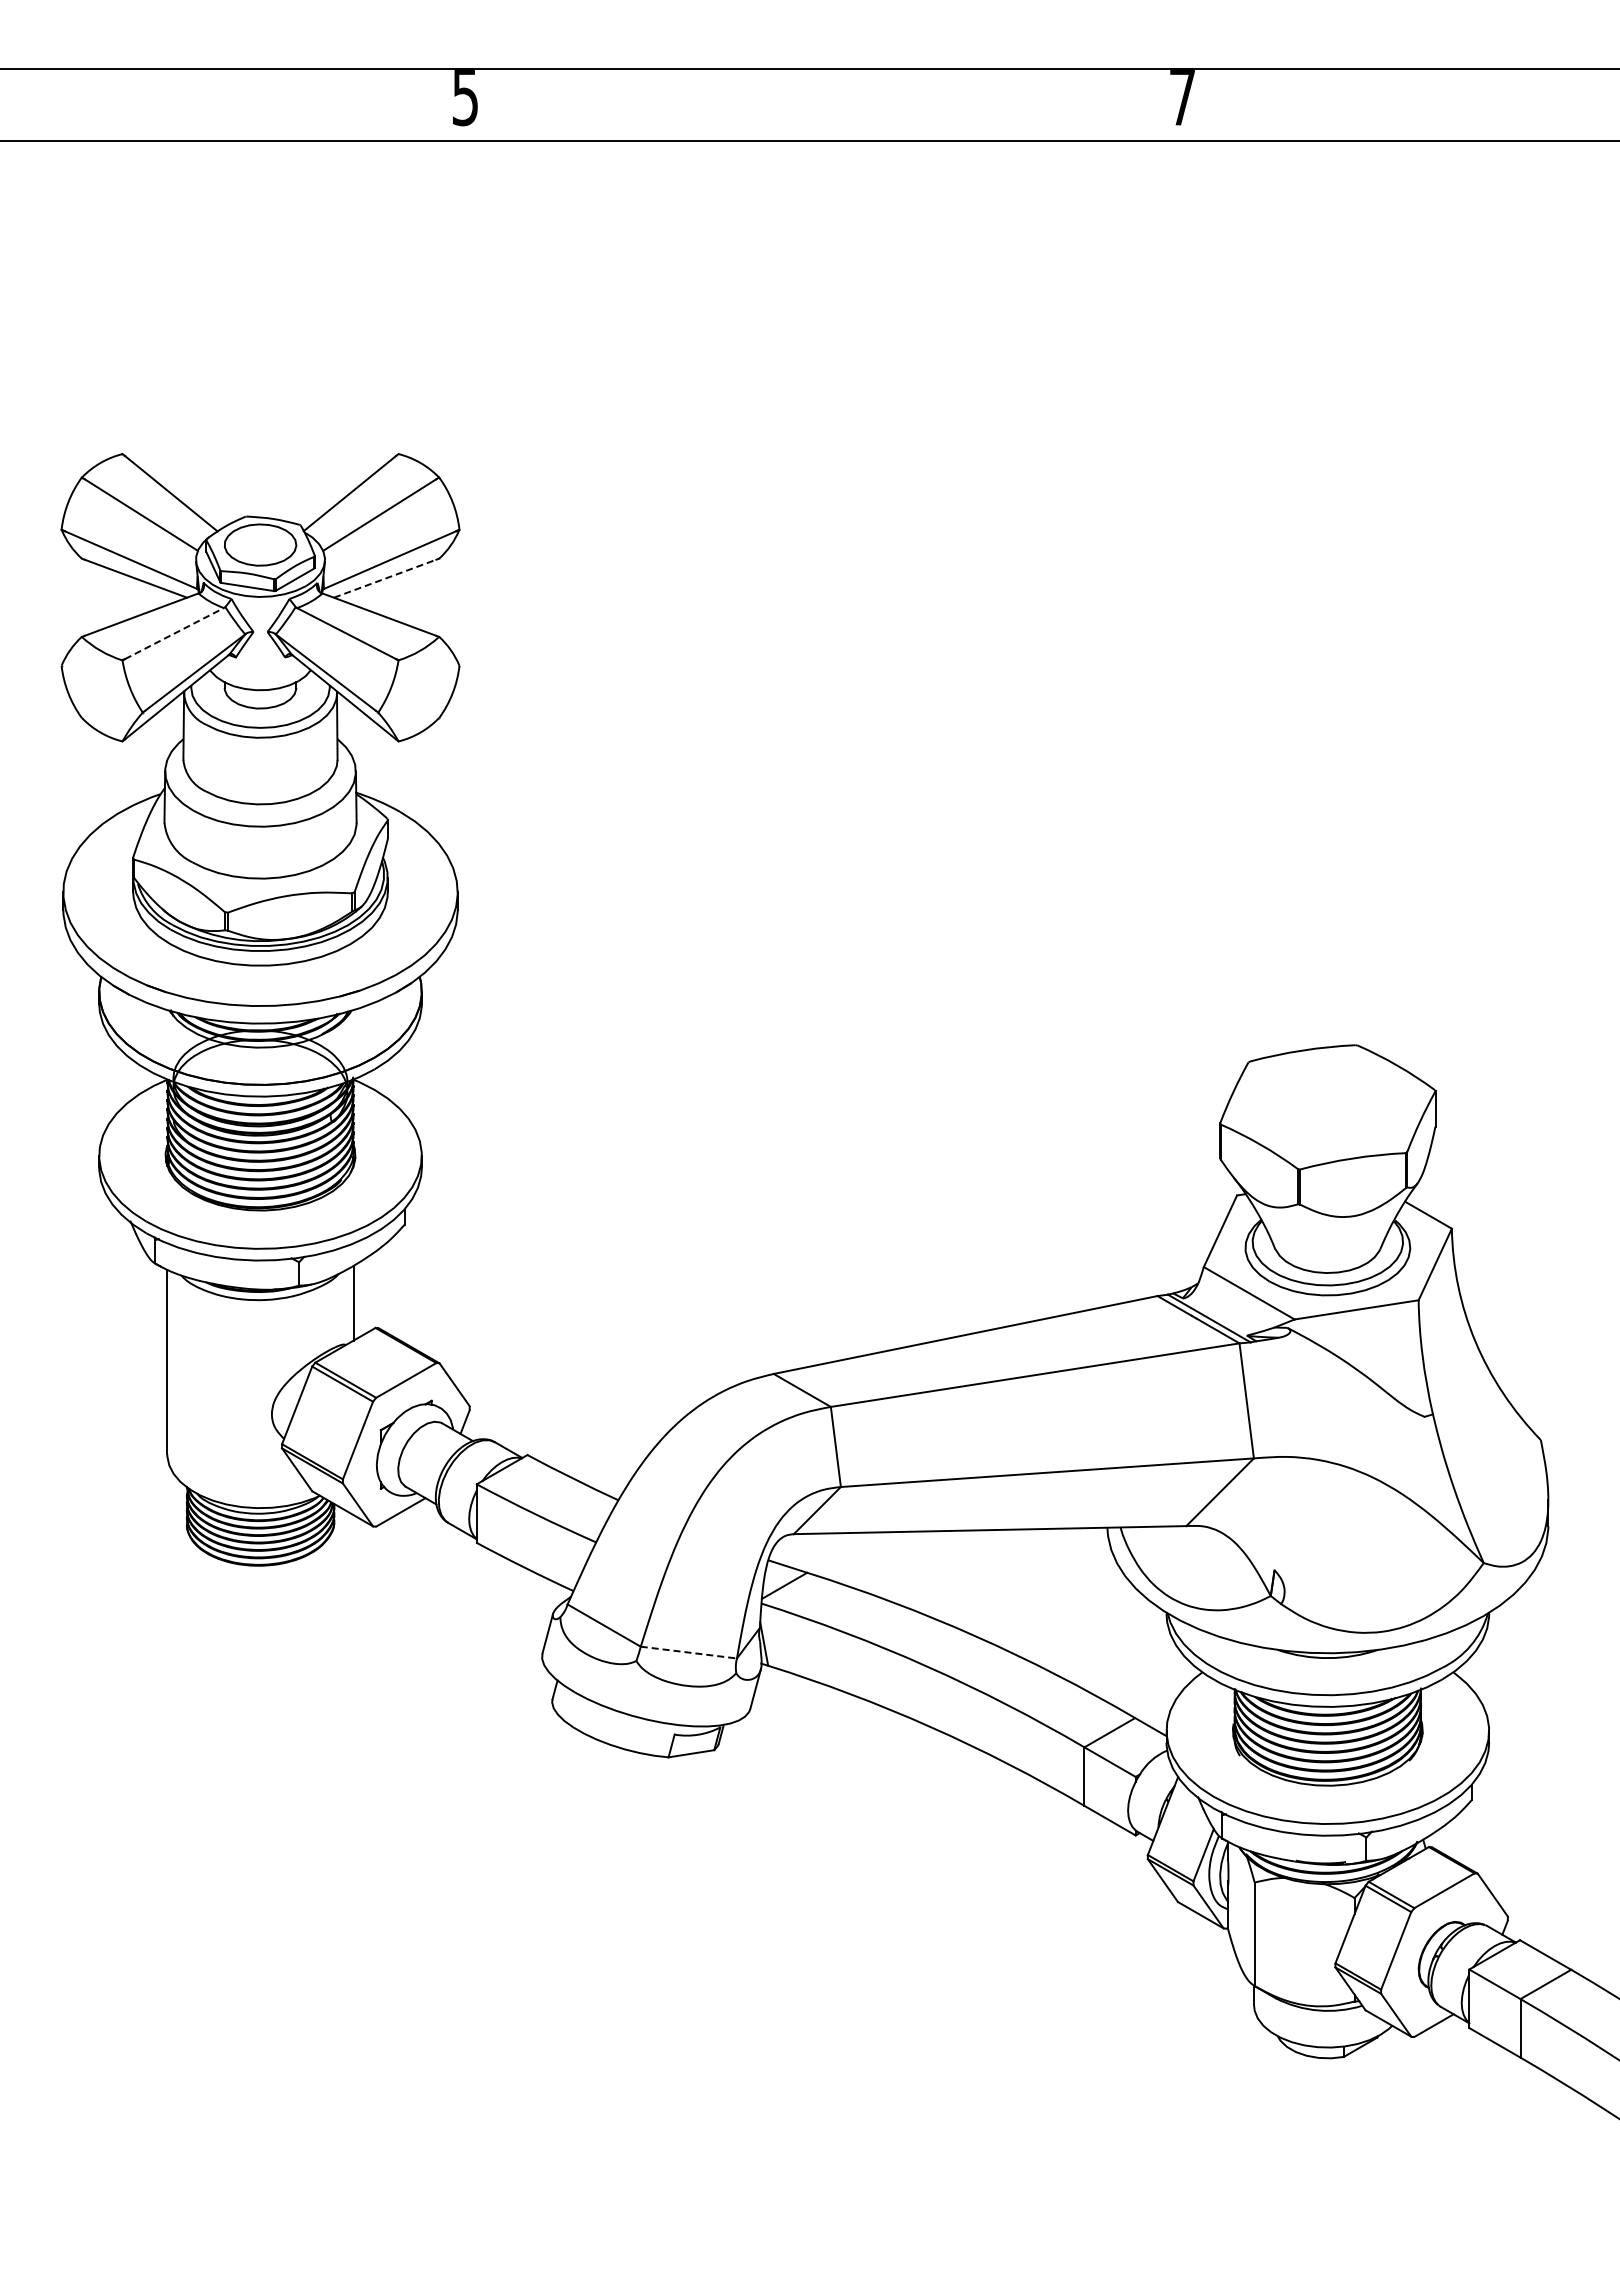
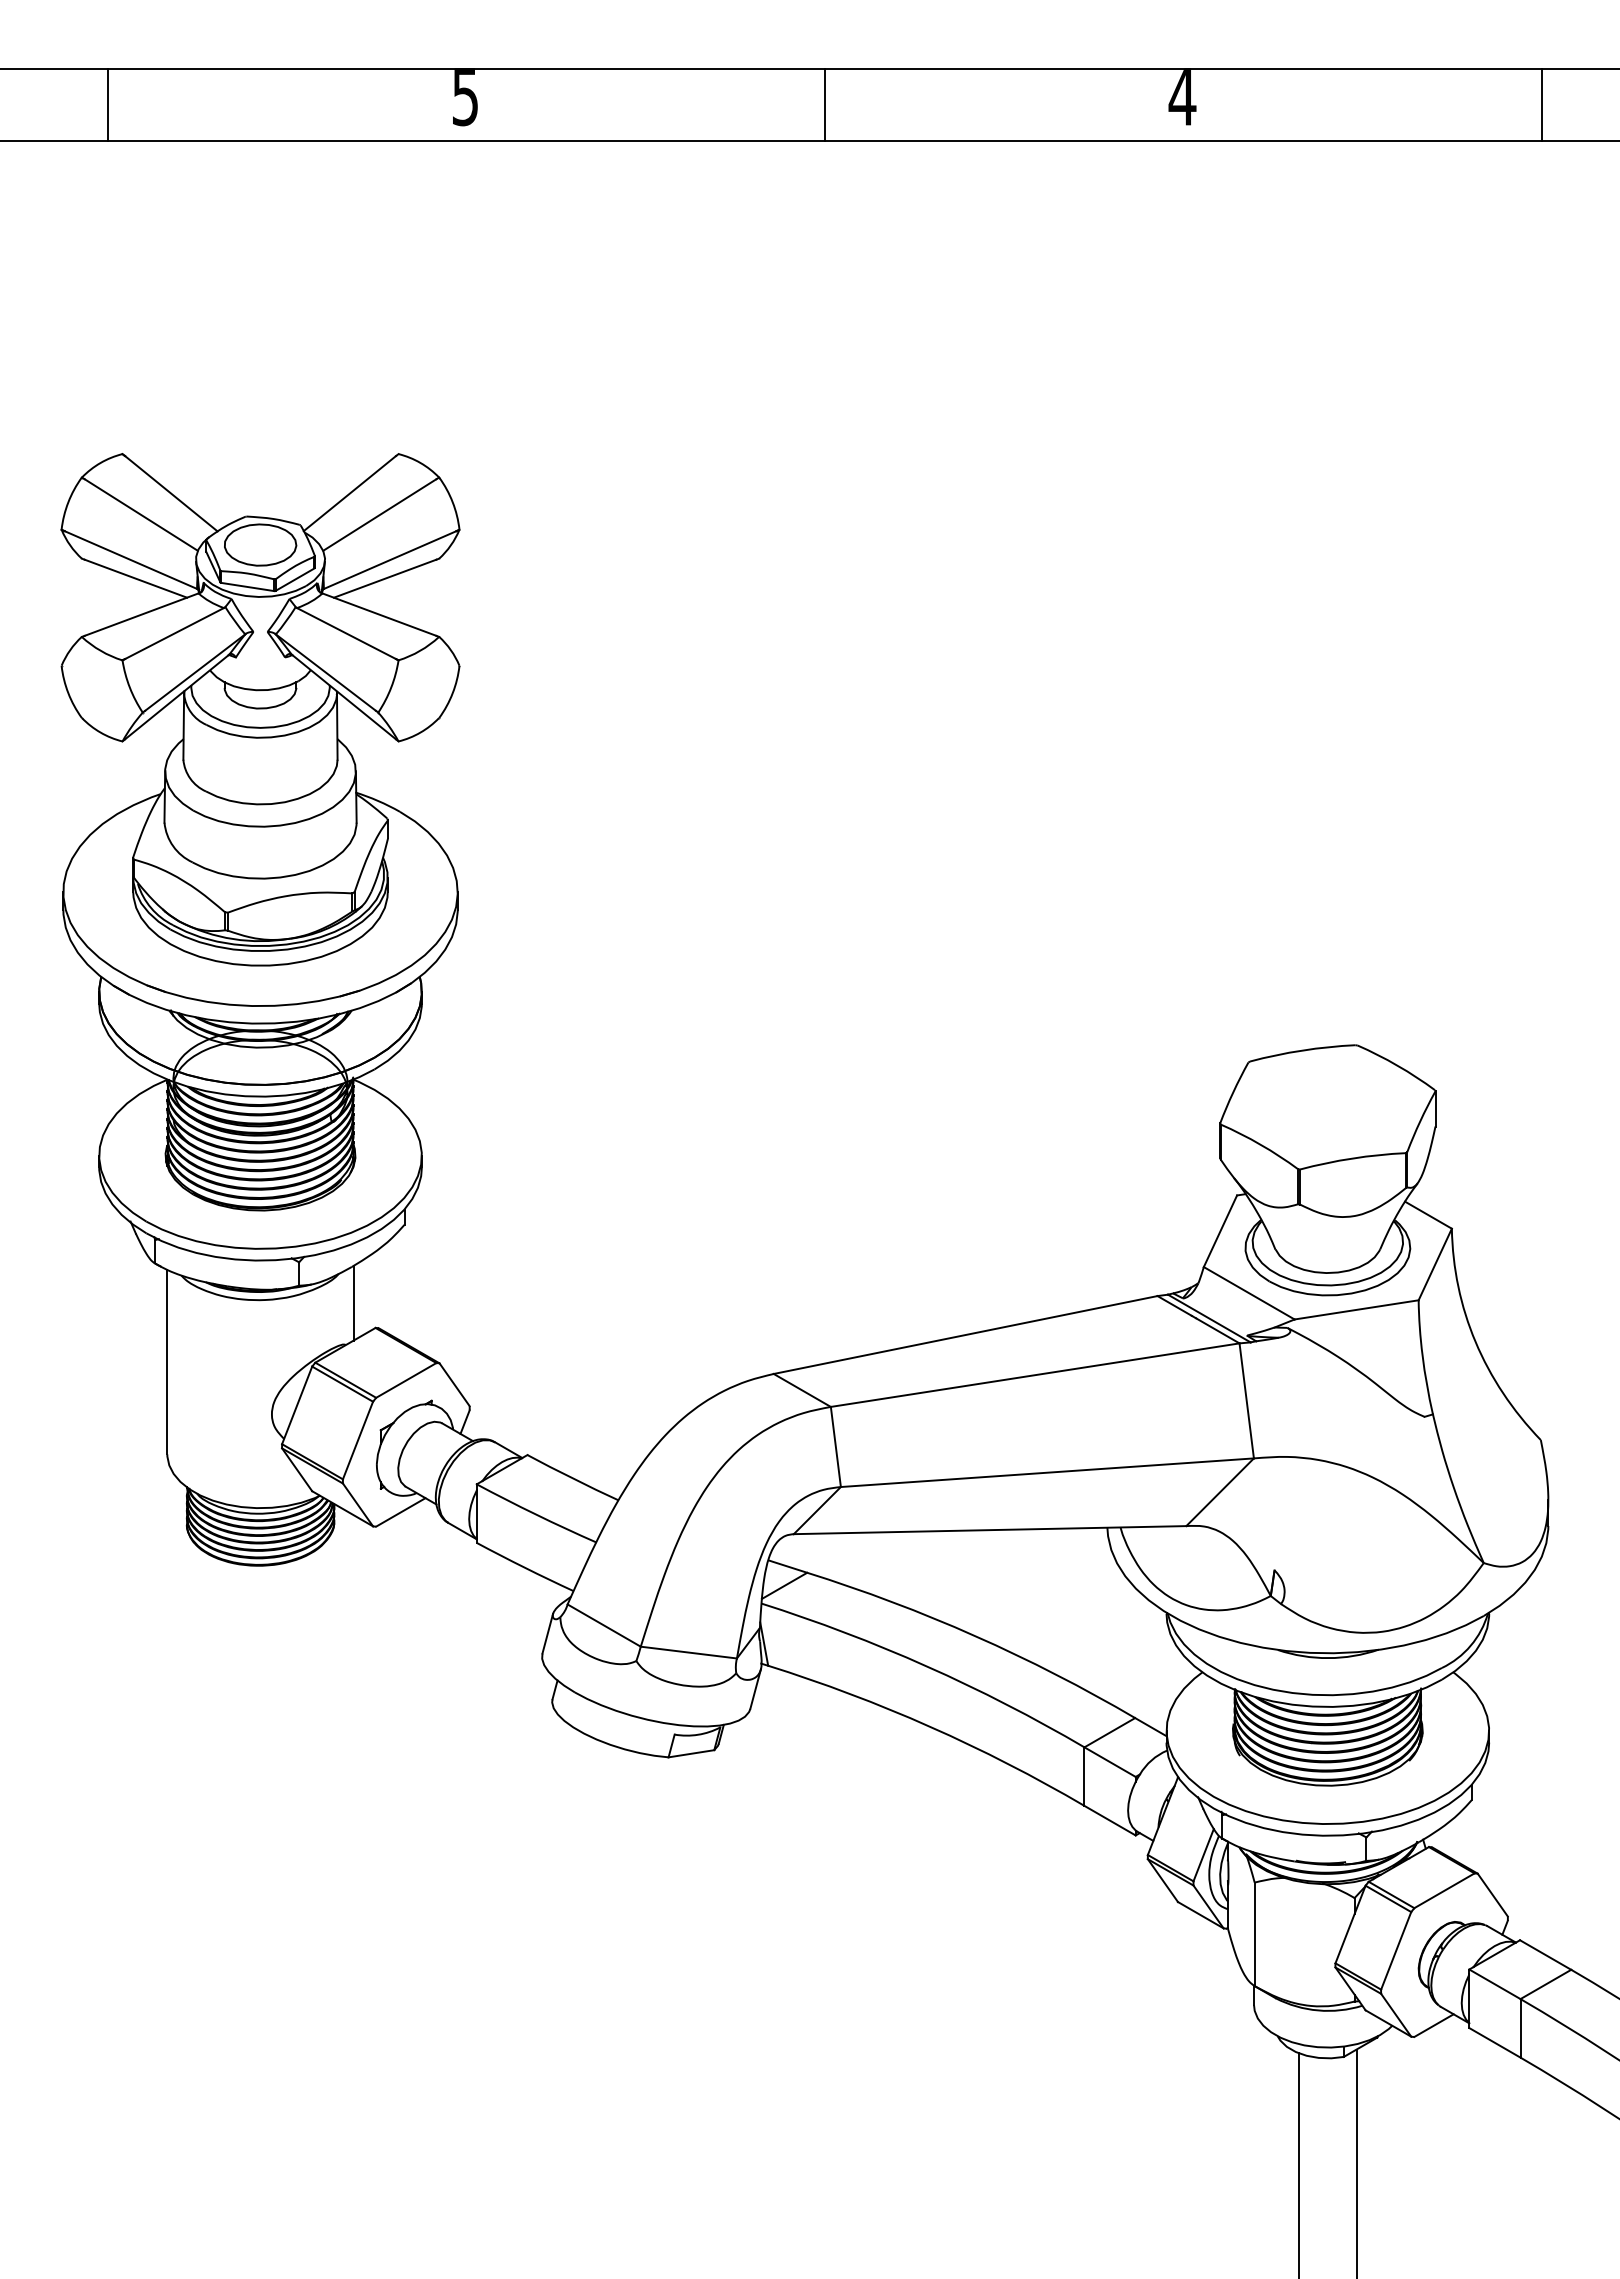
text at (1182, 97): 7 -> 4
line at (107, 104): none -> present
line at (824, 104): none -> present
line at (1541, 104): none -> present
line at (385, 578): dashed -> solid
line at (174, 633): dashed -> solid
line at (689, 1652): dashed -> solid
line at (1356, 2162): none -> present
line at (1299, 2164): none -> present
